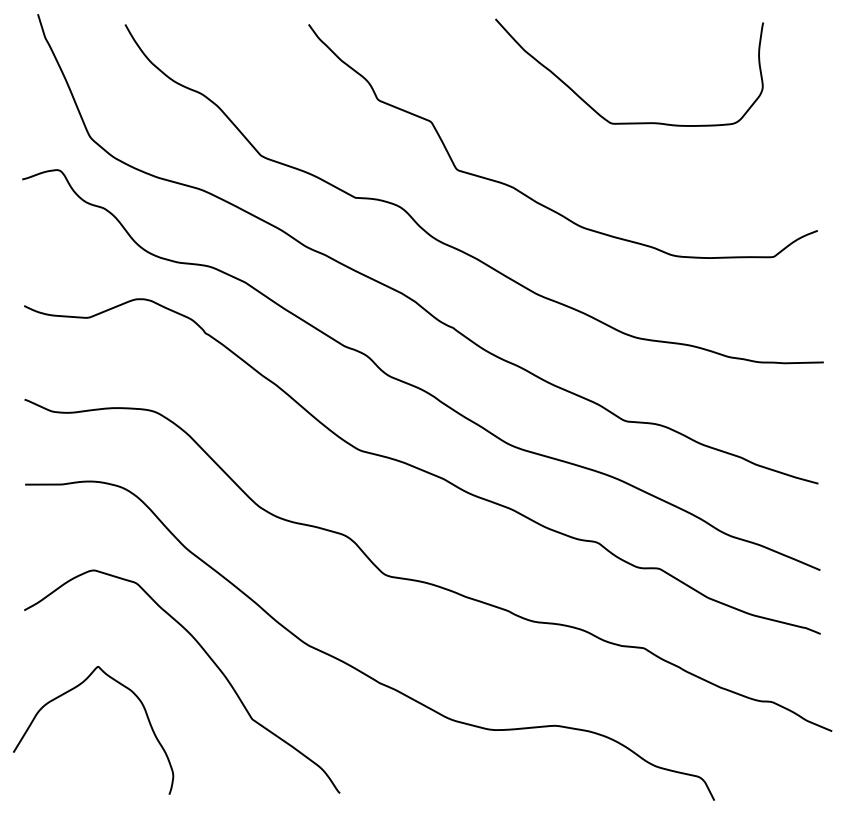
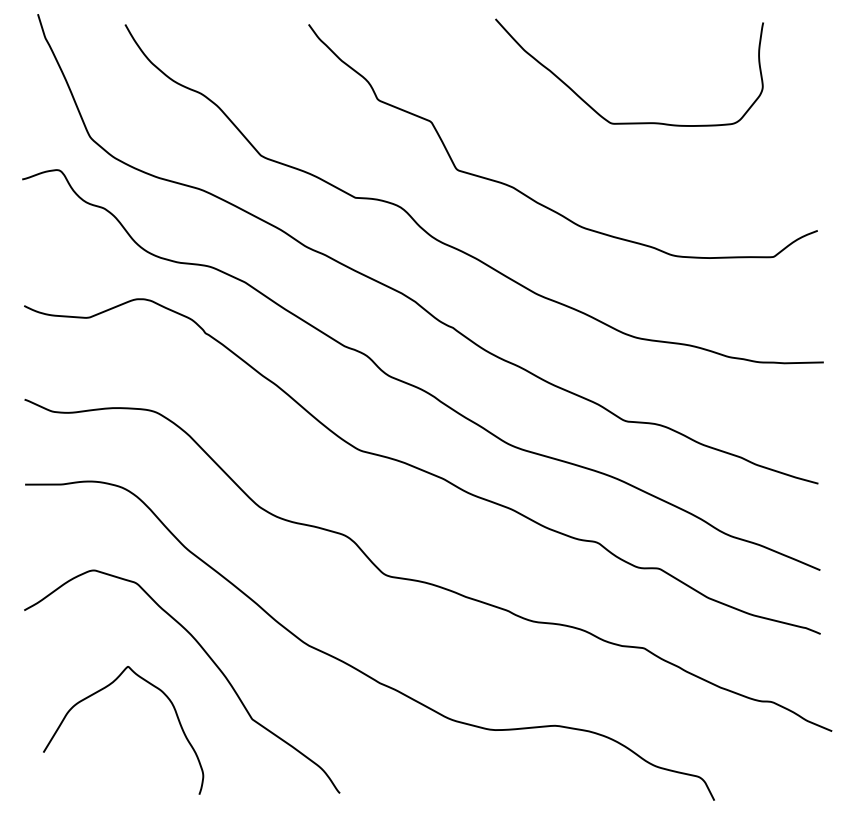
curve at (72, 690) position: (72, 690) -> (102, 690)
